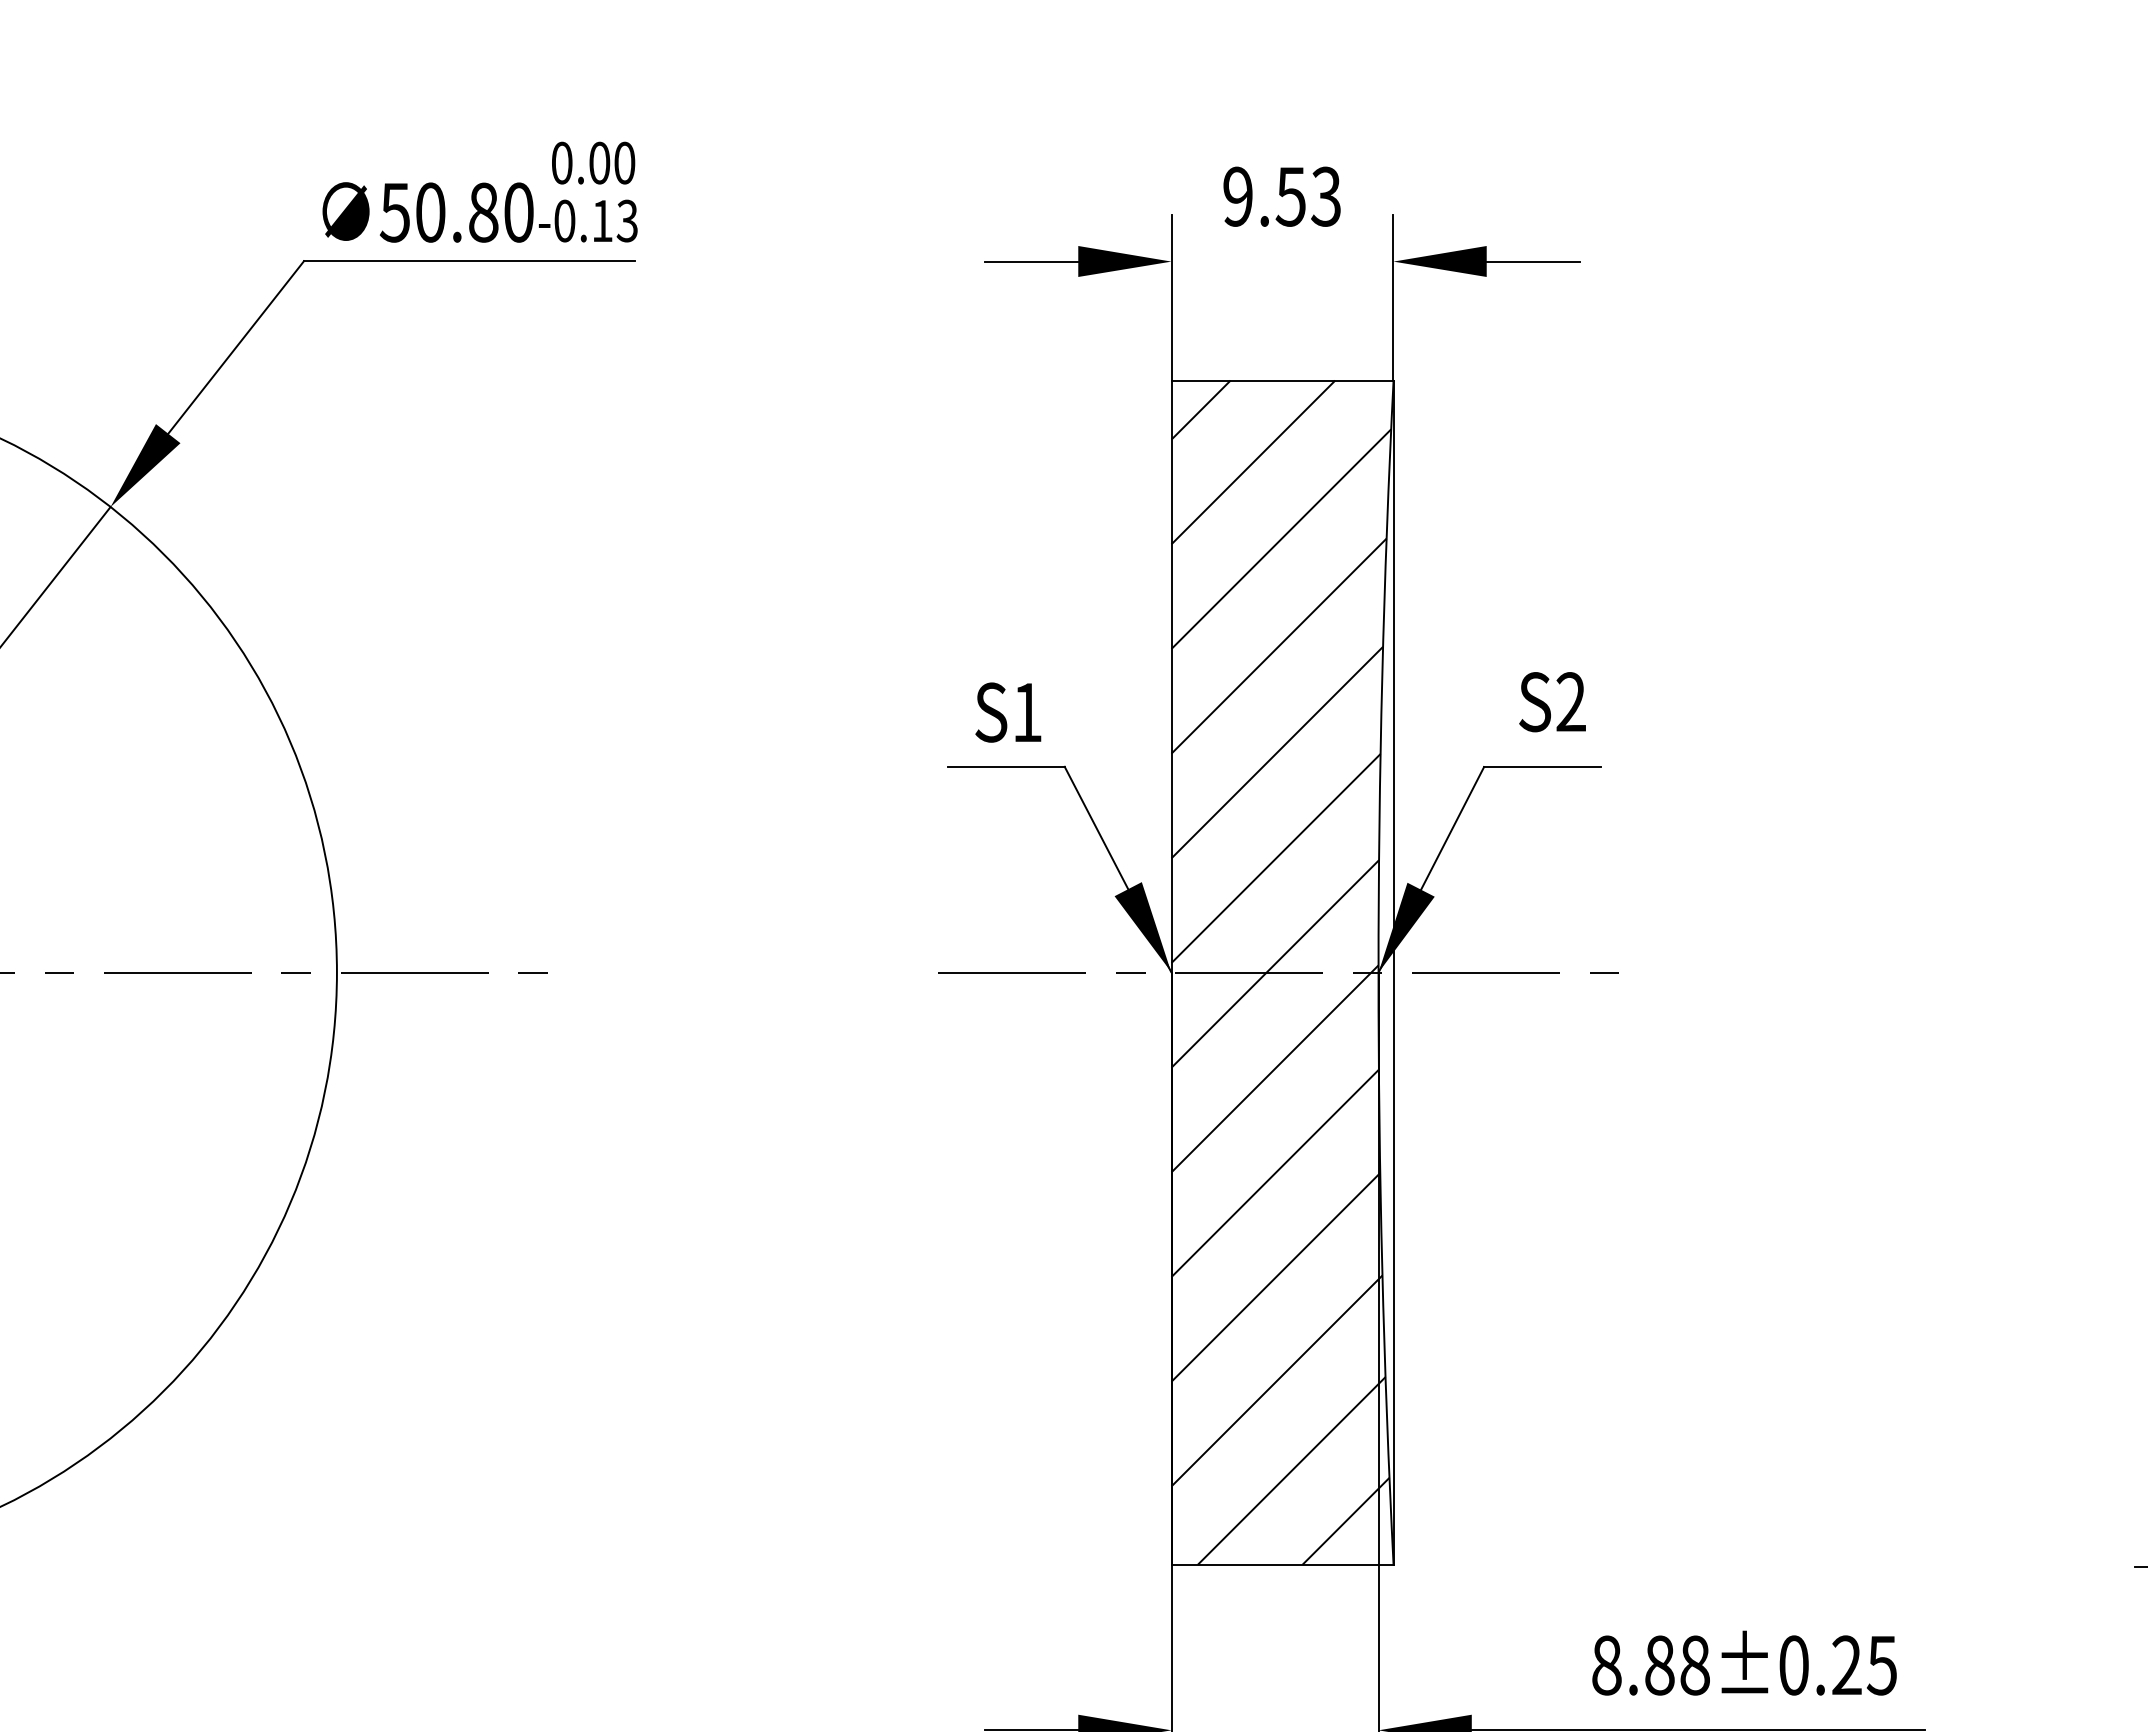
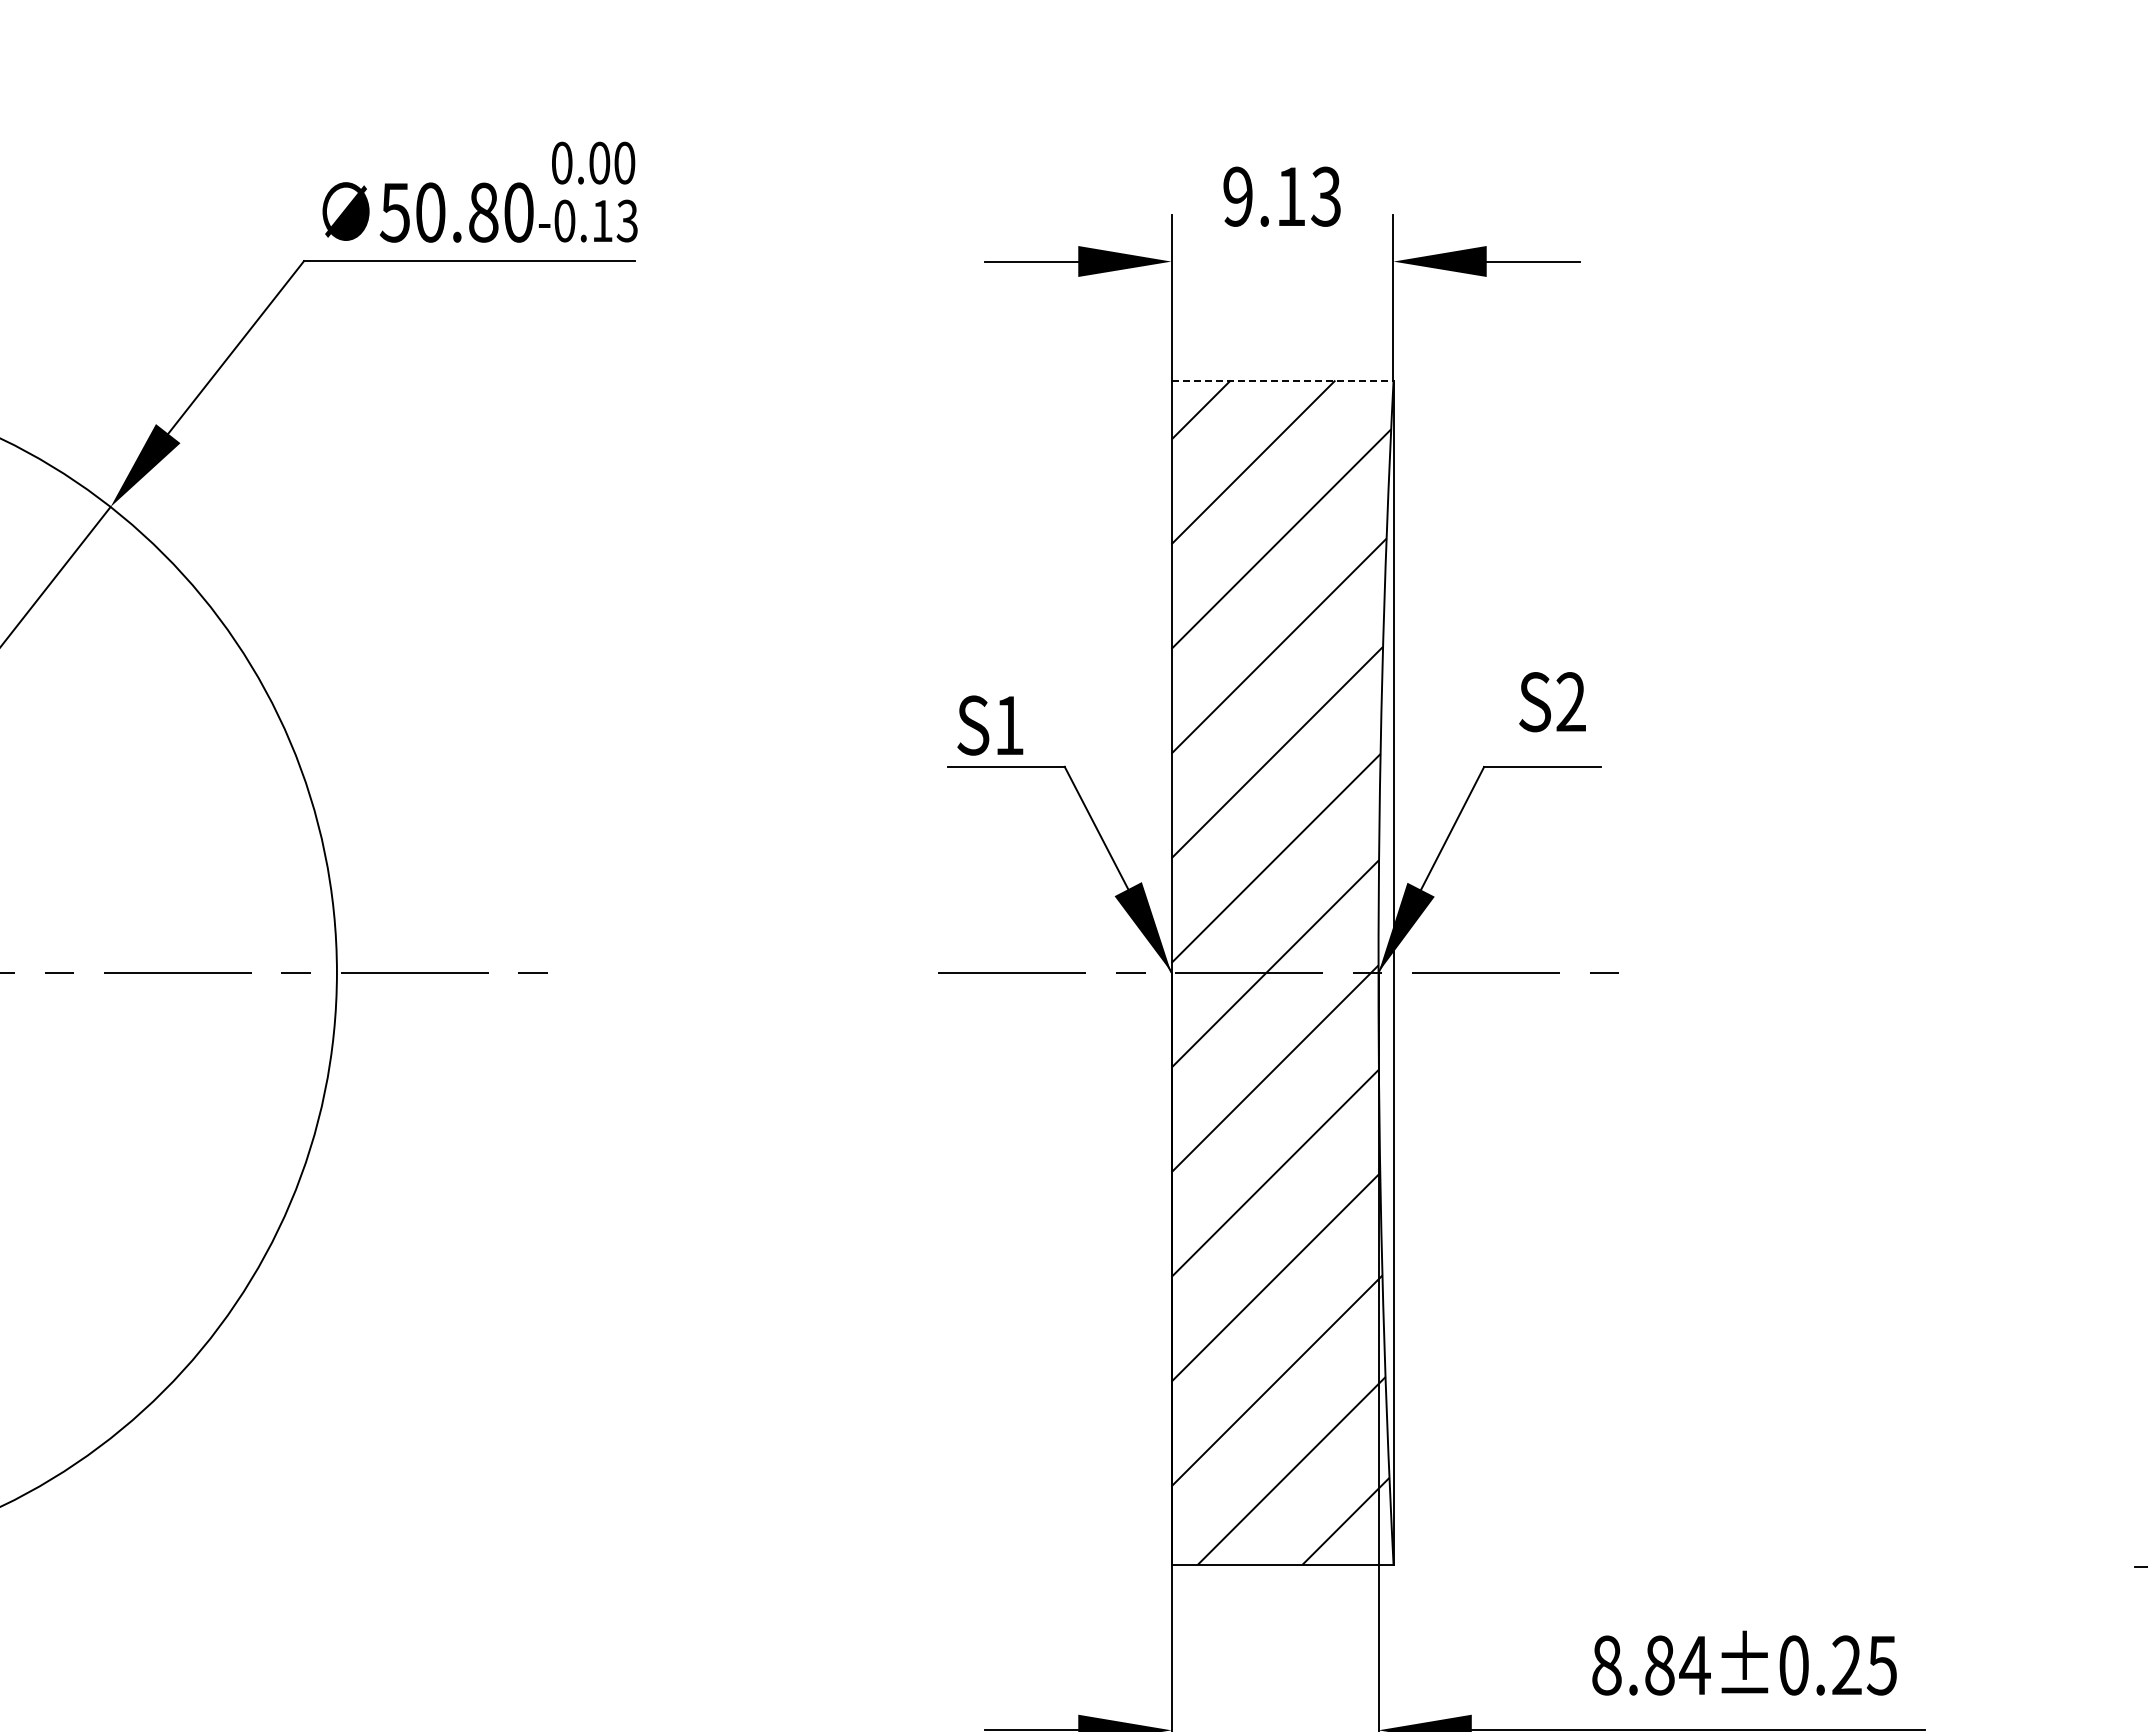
text at (1290, 196): 9.53 -> 9.13
line at (1283, 380): solid -> dashed
text at (1008, 712) position: (1008, 712) -> (990, 725)
text at (1694, 1665): 8.88±0.25 -> 8.84±0.25
